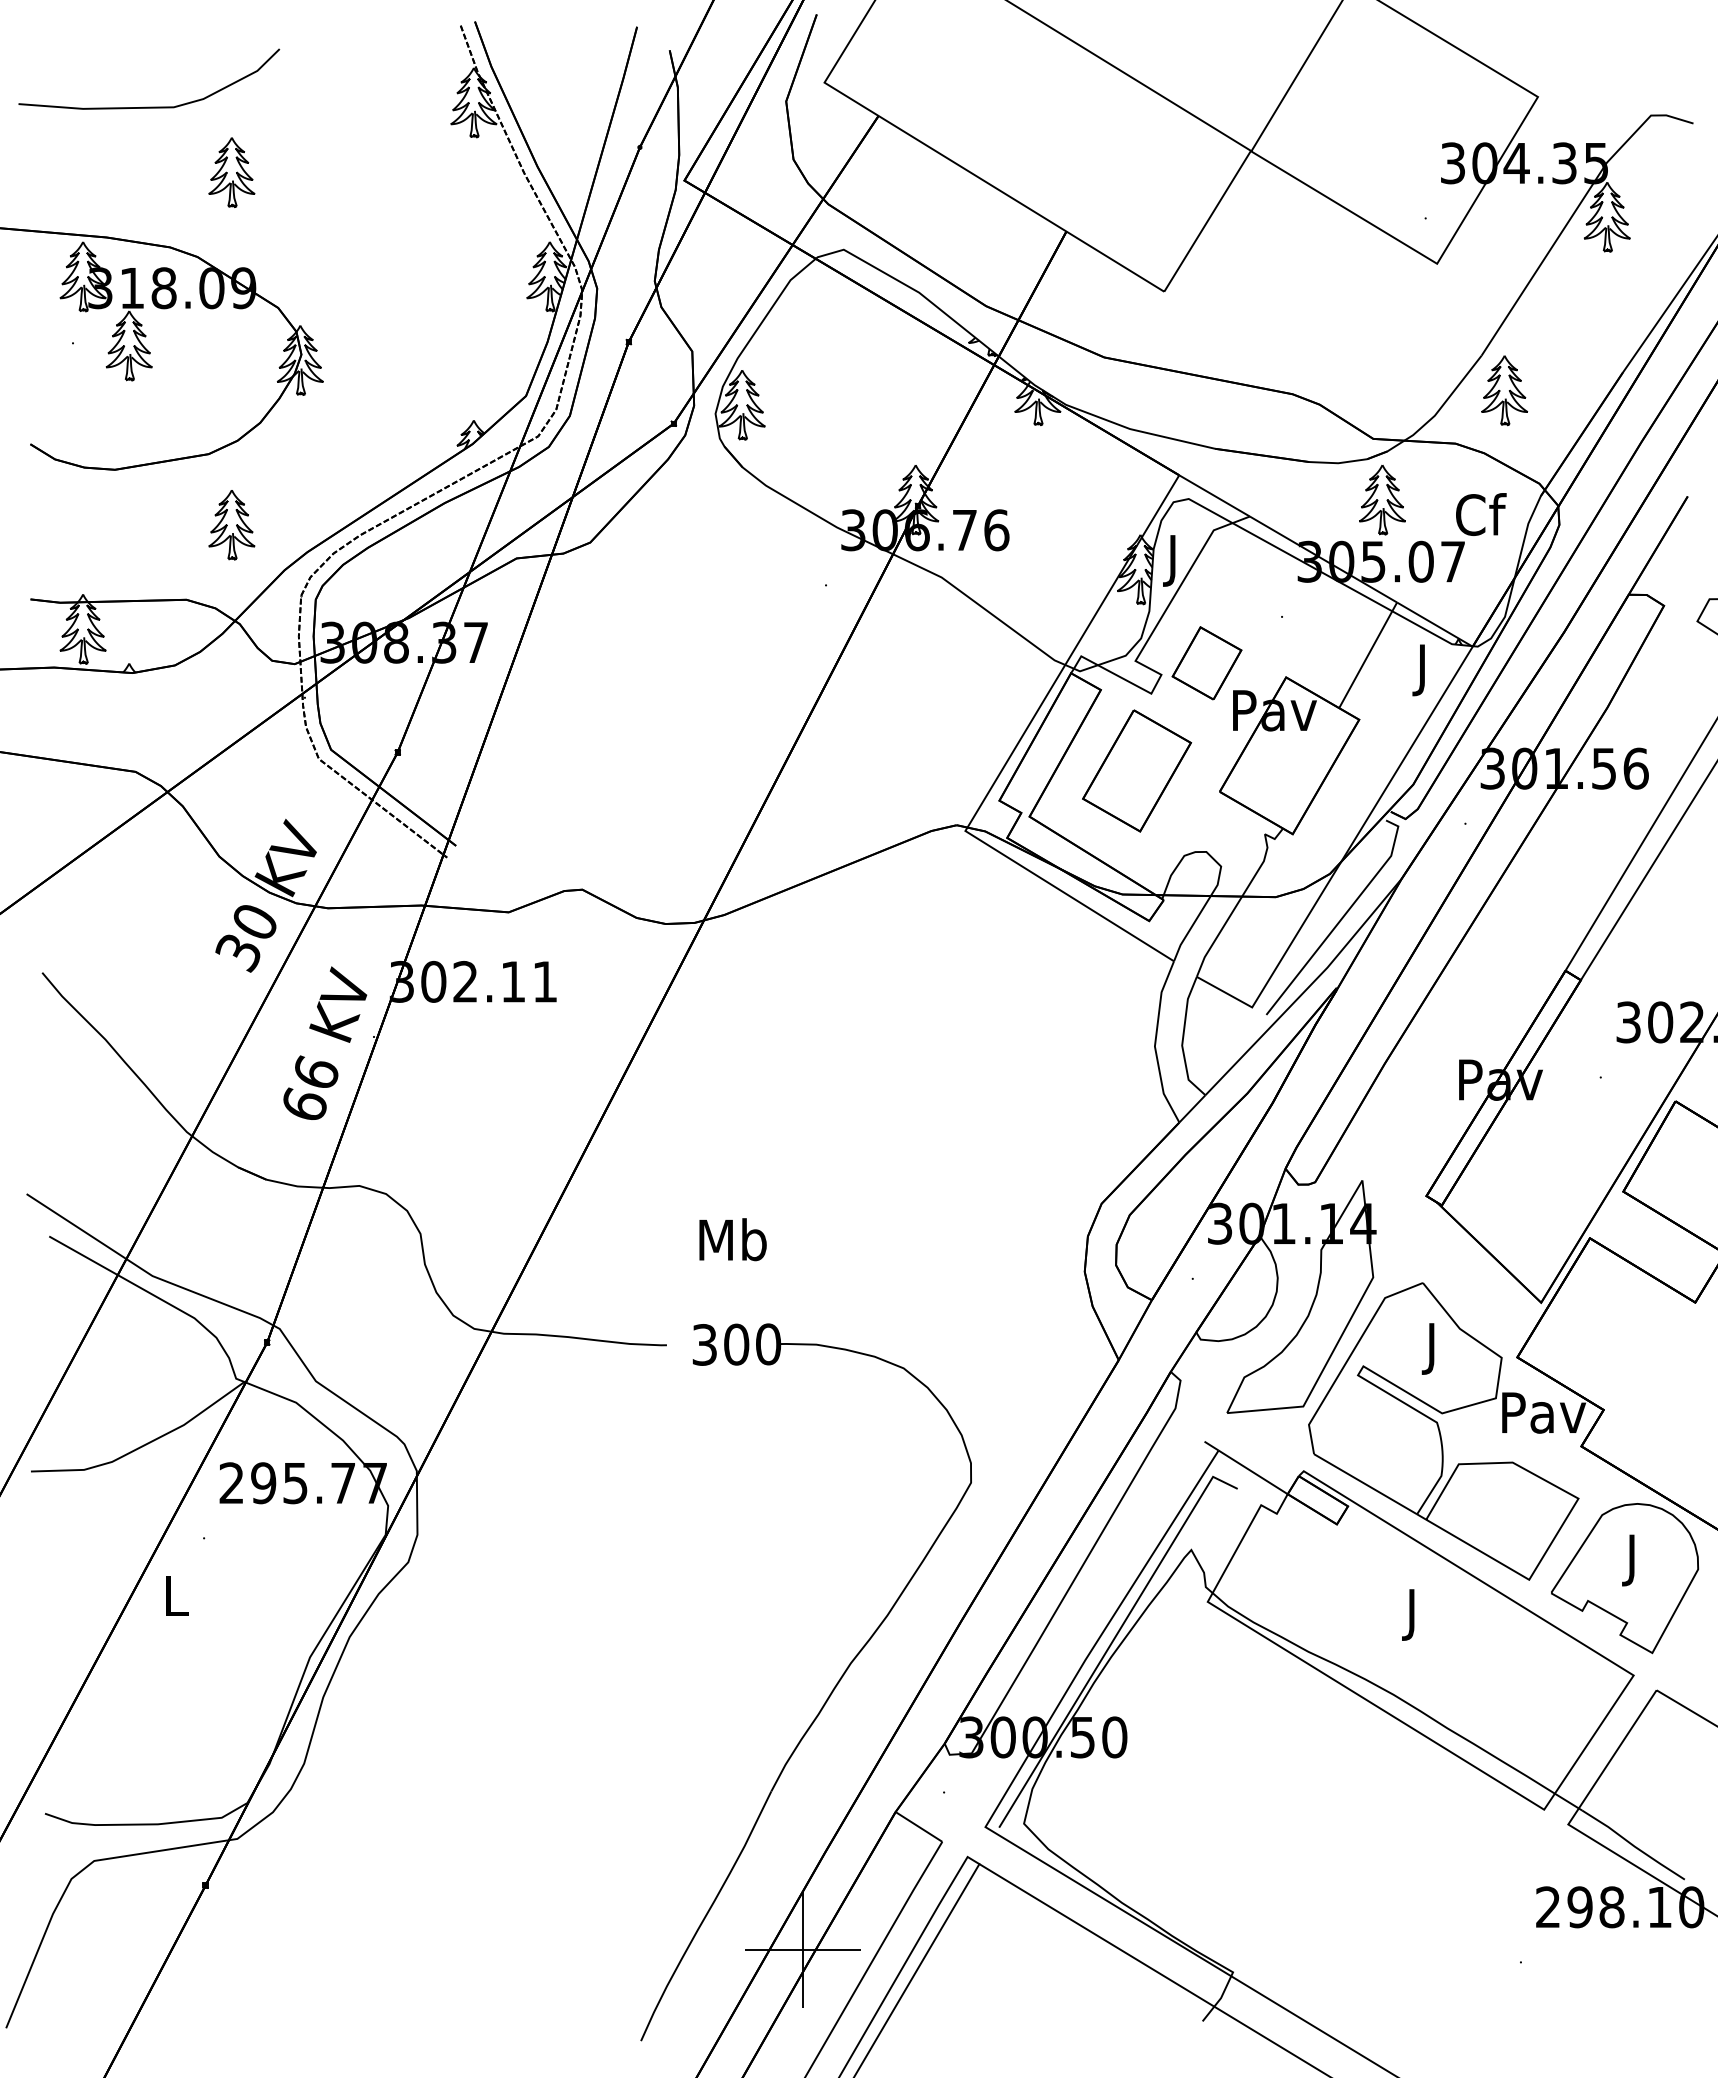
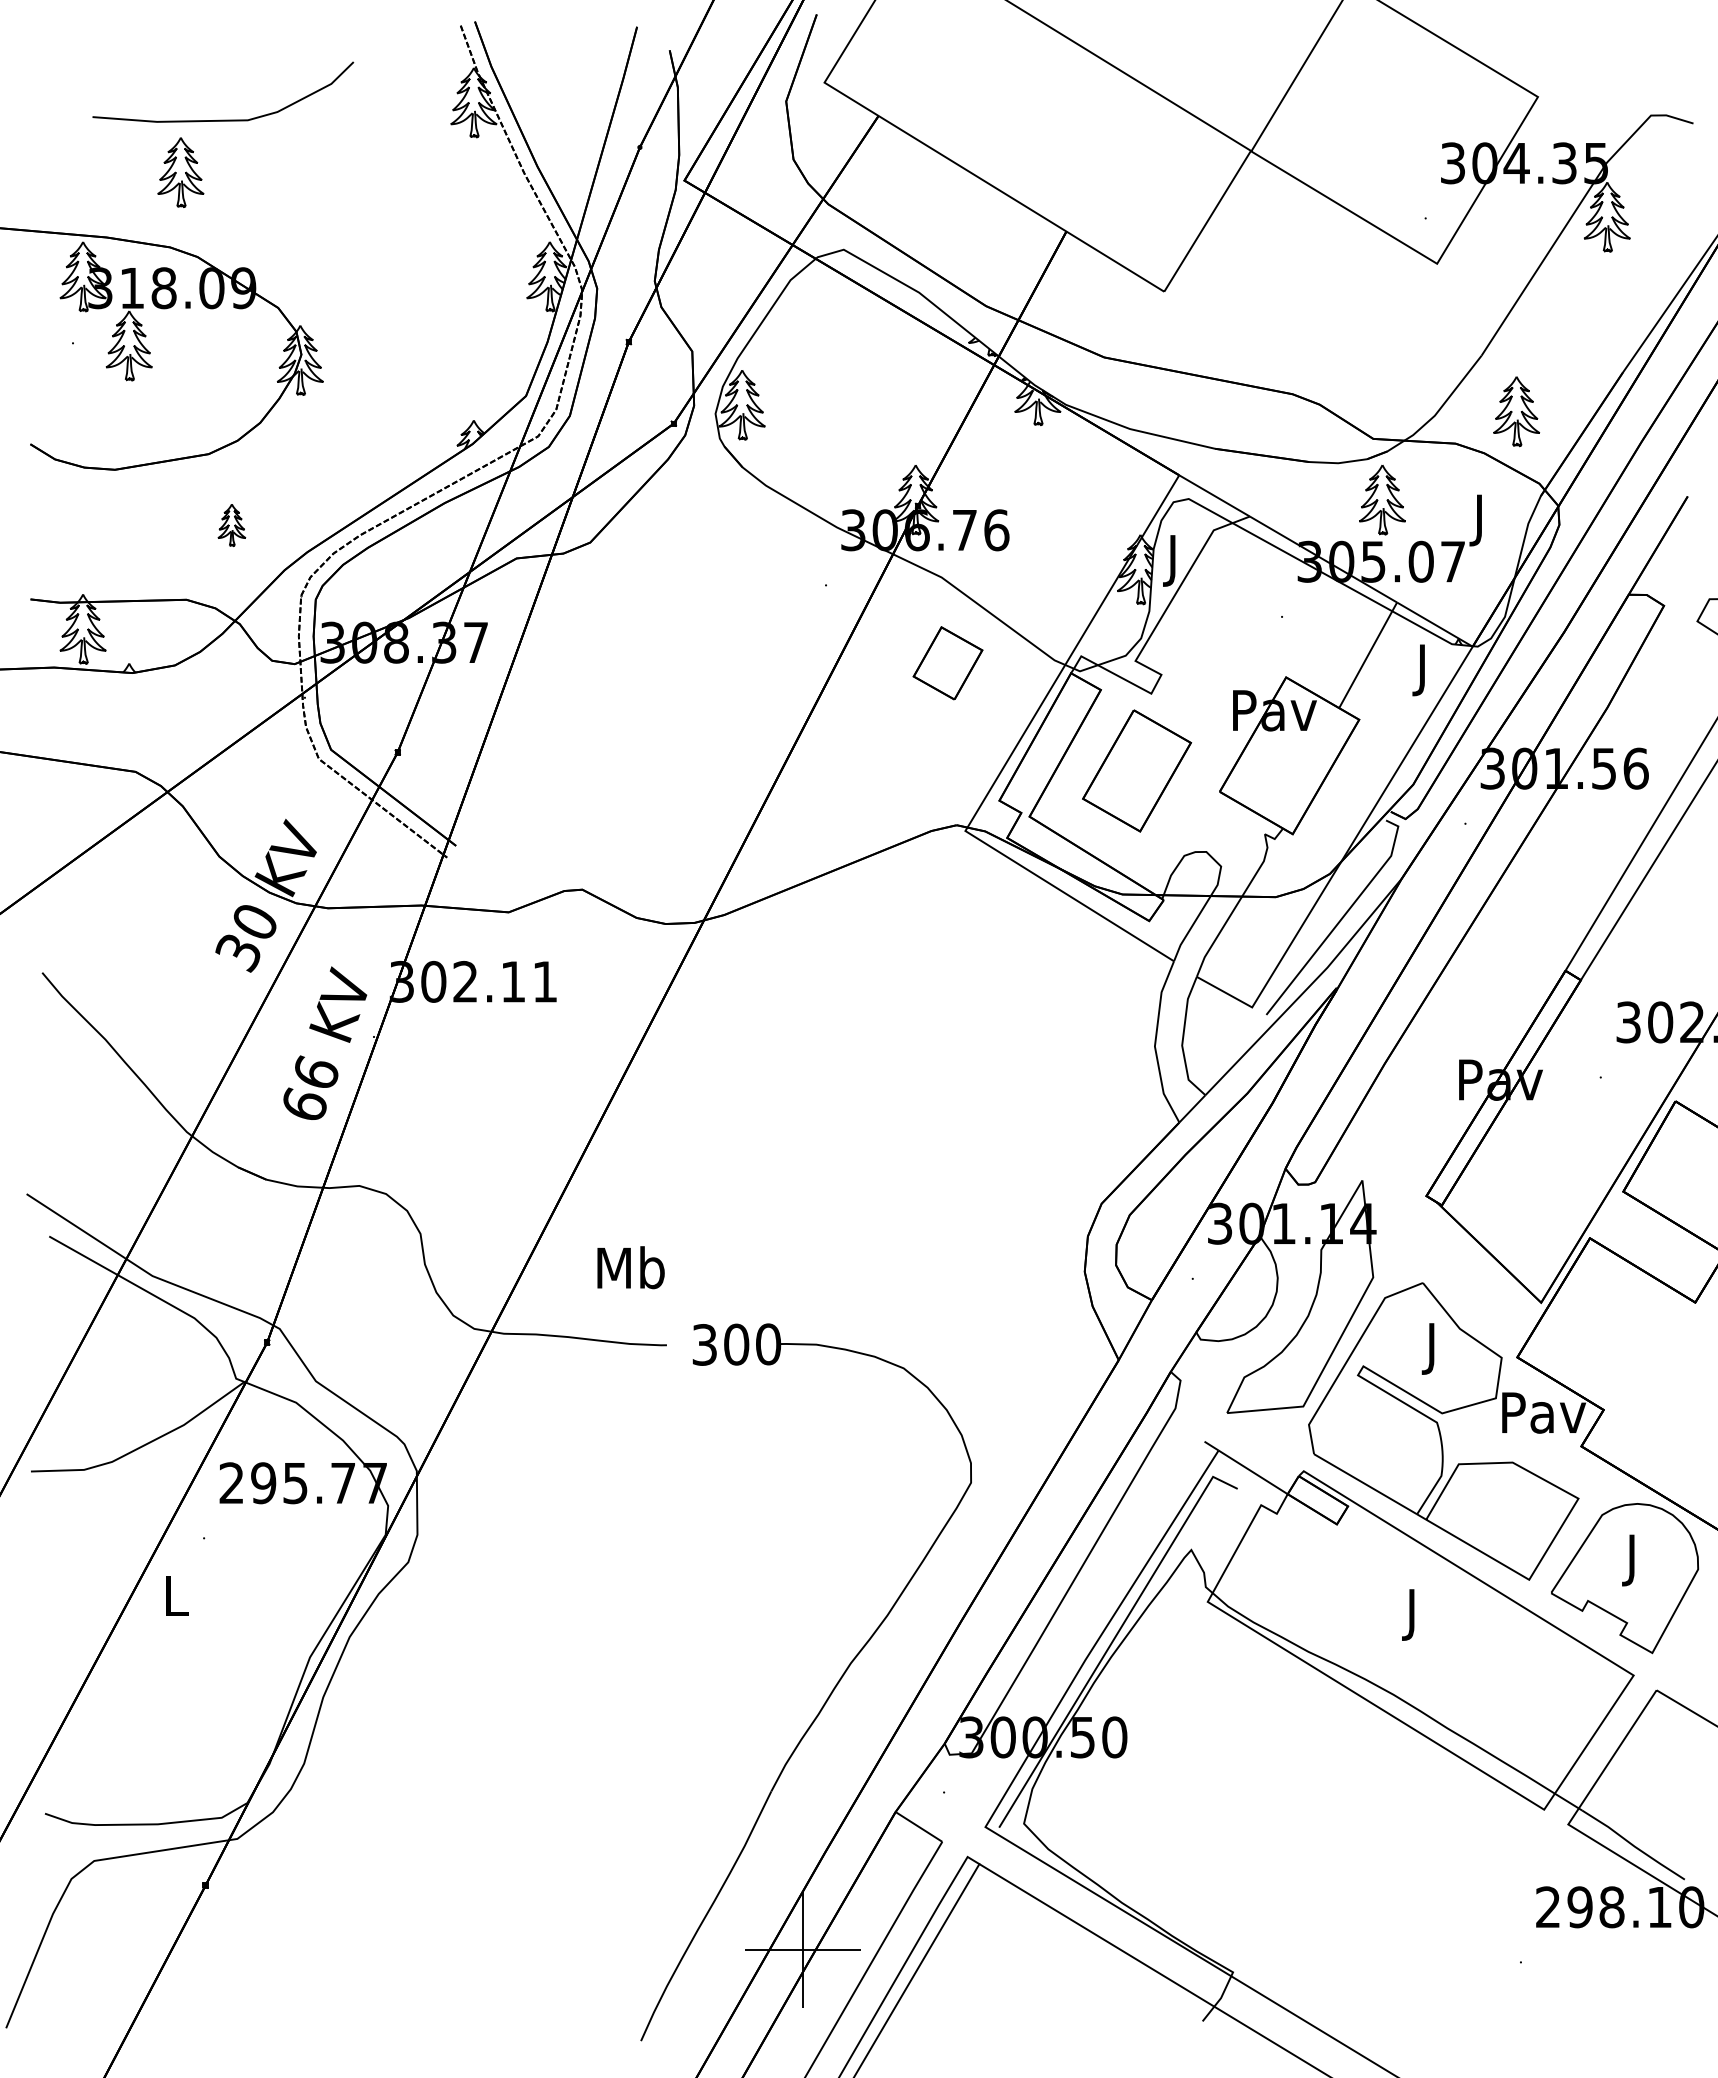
curve at (149, 106) position: (149, 106) -> (223, 119)
part at (231, 172) position: (231, 172) -> (180, 172)
part at (1504, 390) position: (1504, 390) -> (1516, 411)
text at (1481, 519): Cf -> J
part at (231, 525) size: 48x71 px -> 30x44 px
part at (1206, 663) position: (1206, 663) -> (947, 663)
text at (732, 1239) position: (732, 1239) -> (630, 1267)
